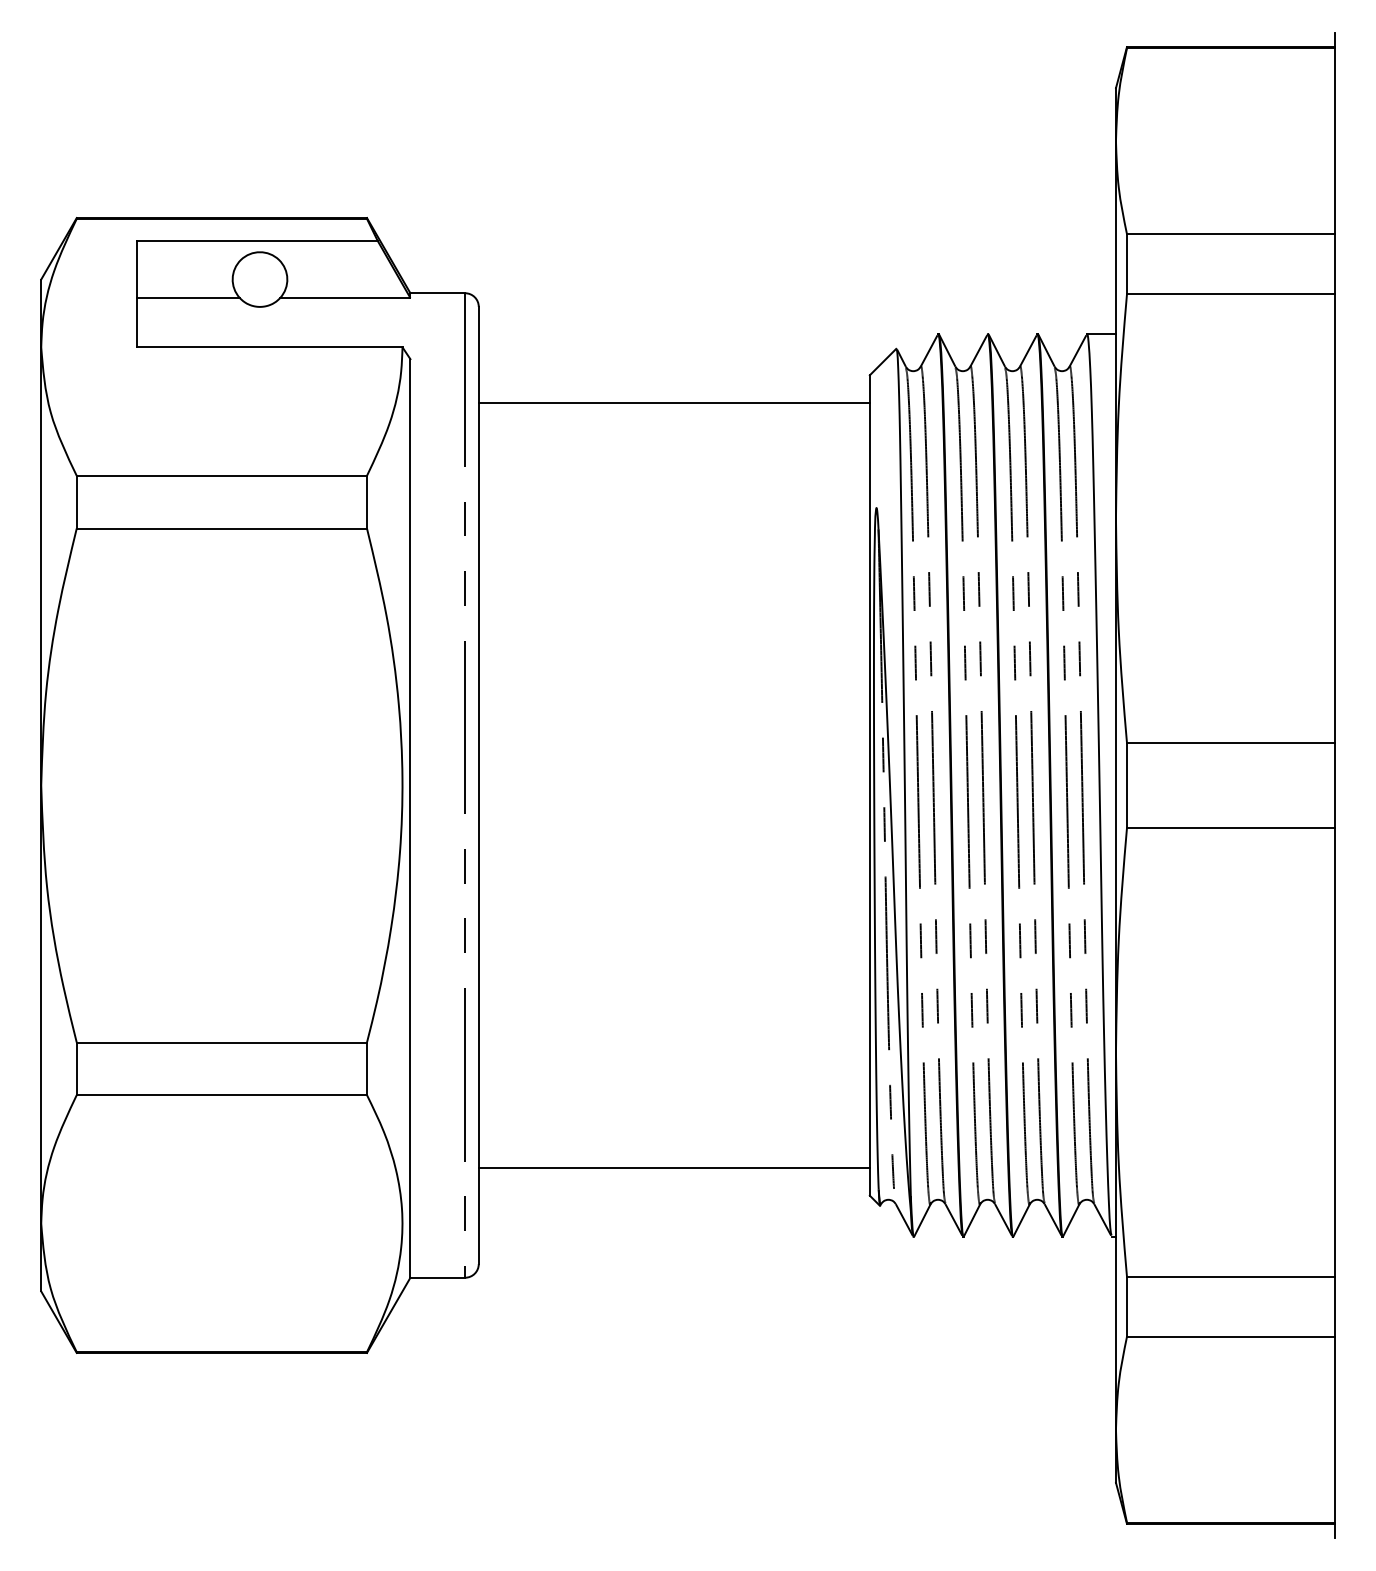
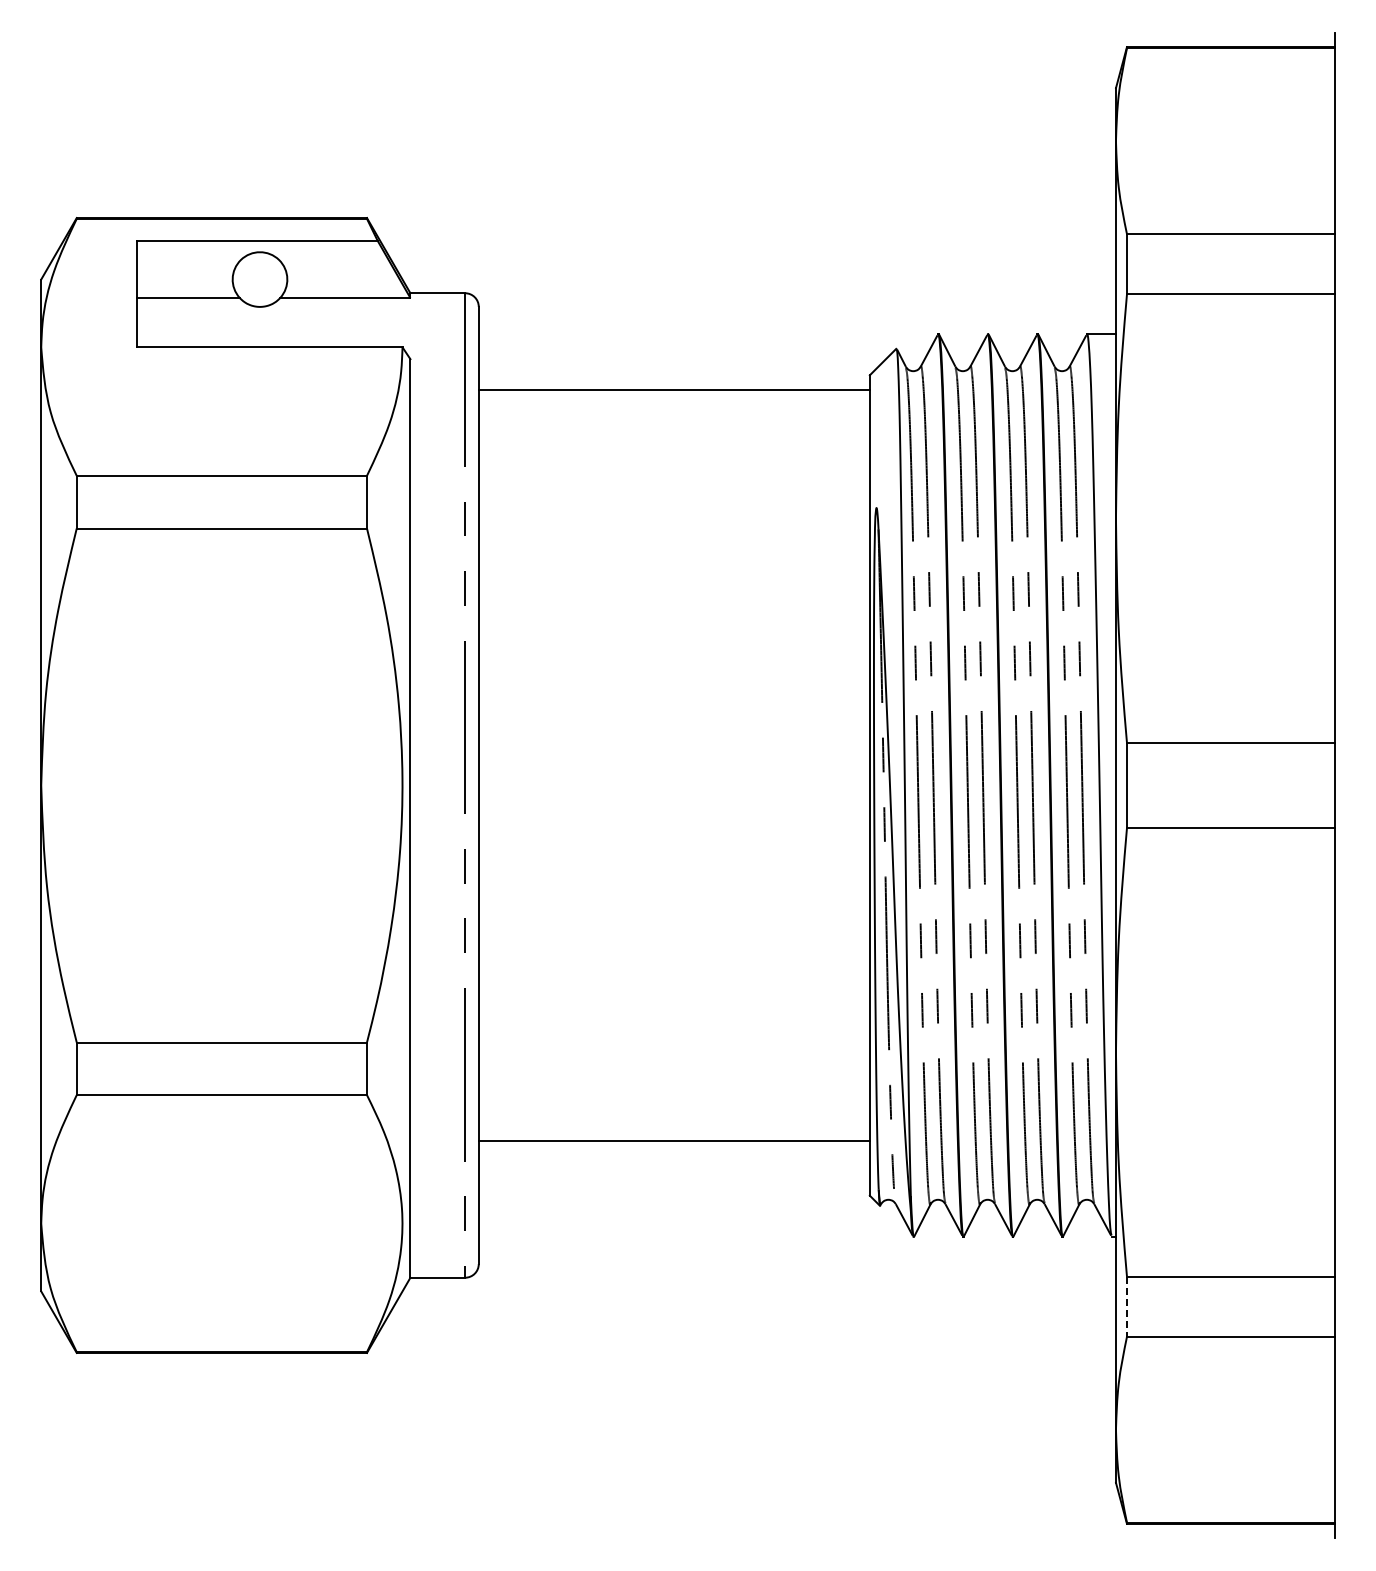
line at (673, 402) position: (673, 402) -> (673, 389)
line at (673, 1168) position: (673, 1168) -> (673, 1141)
line at (1126, 1307): solid -> dashed
